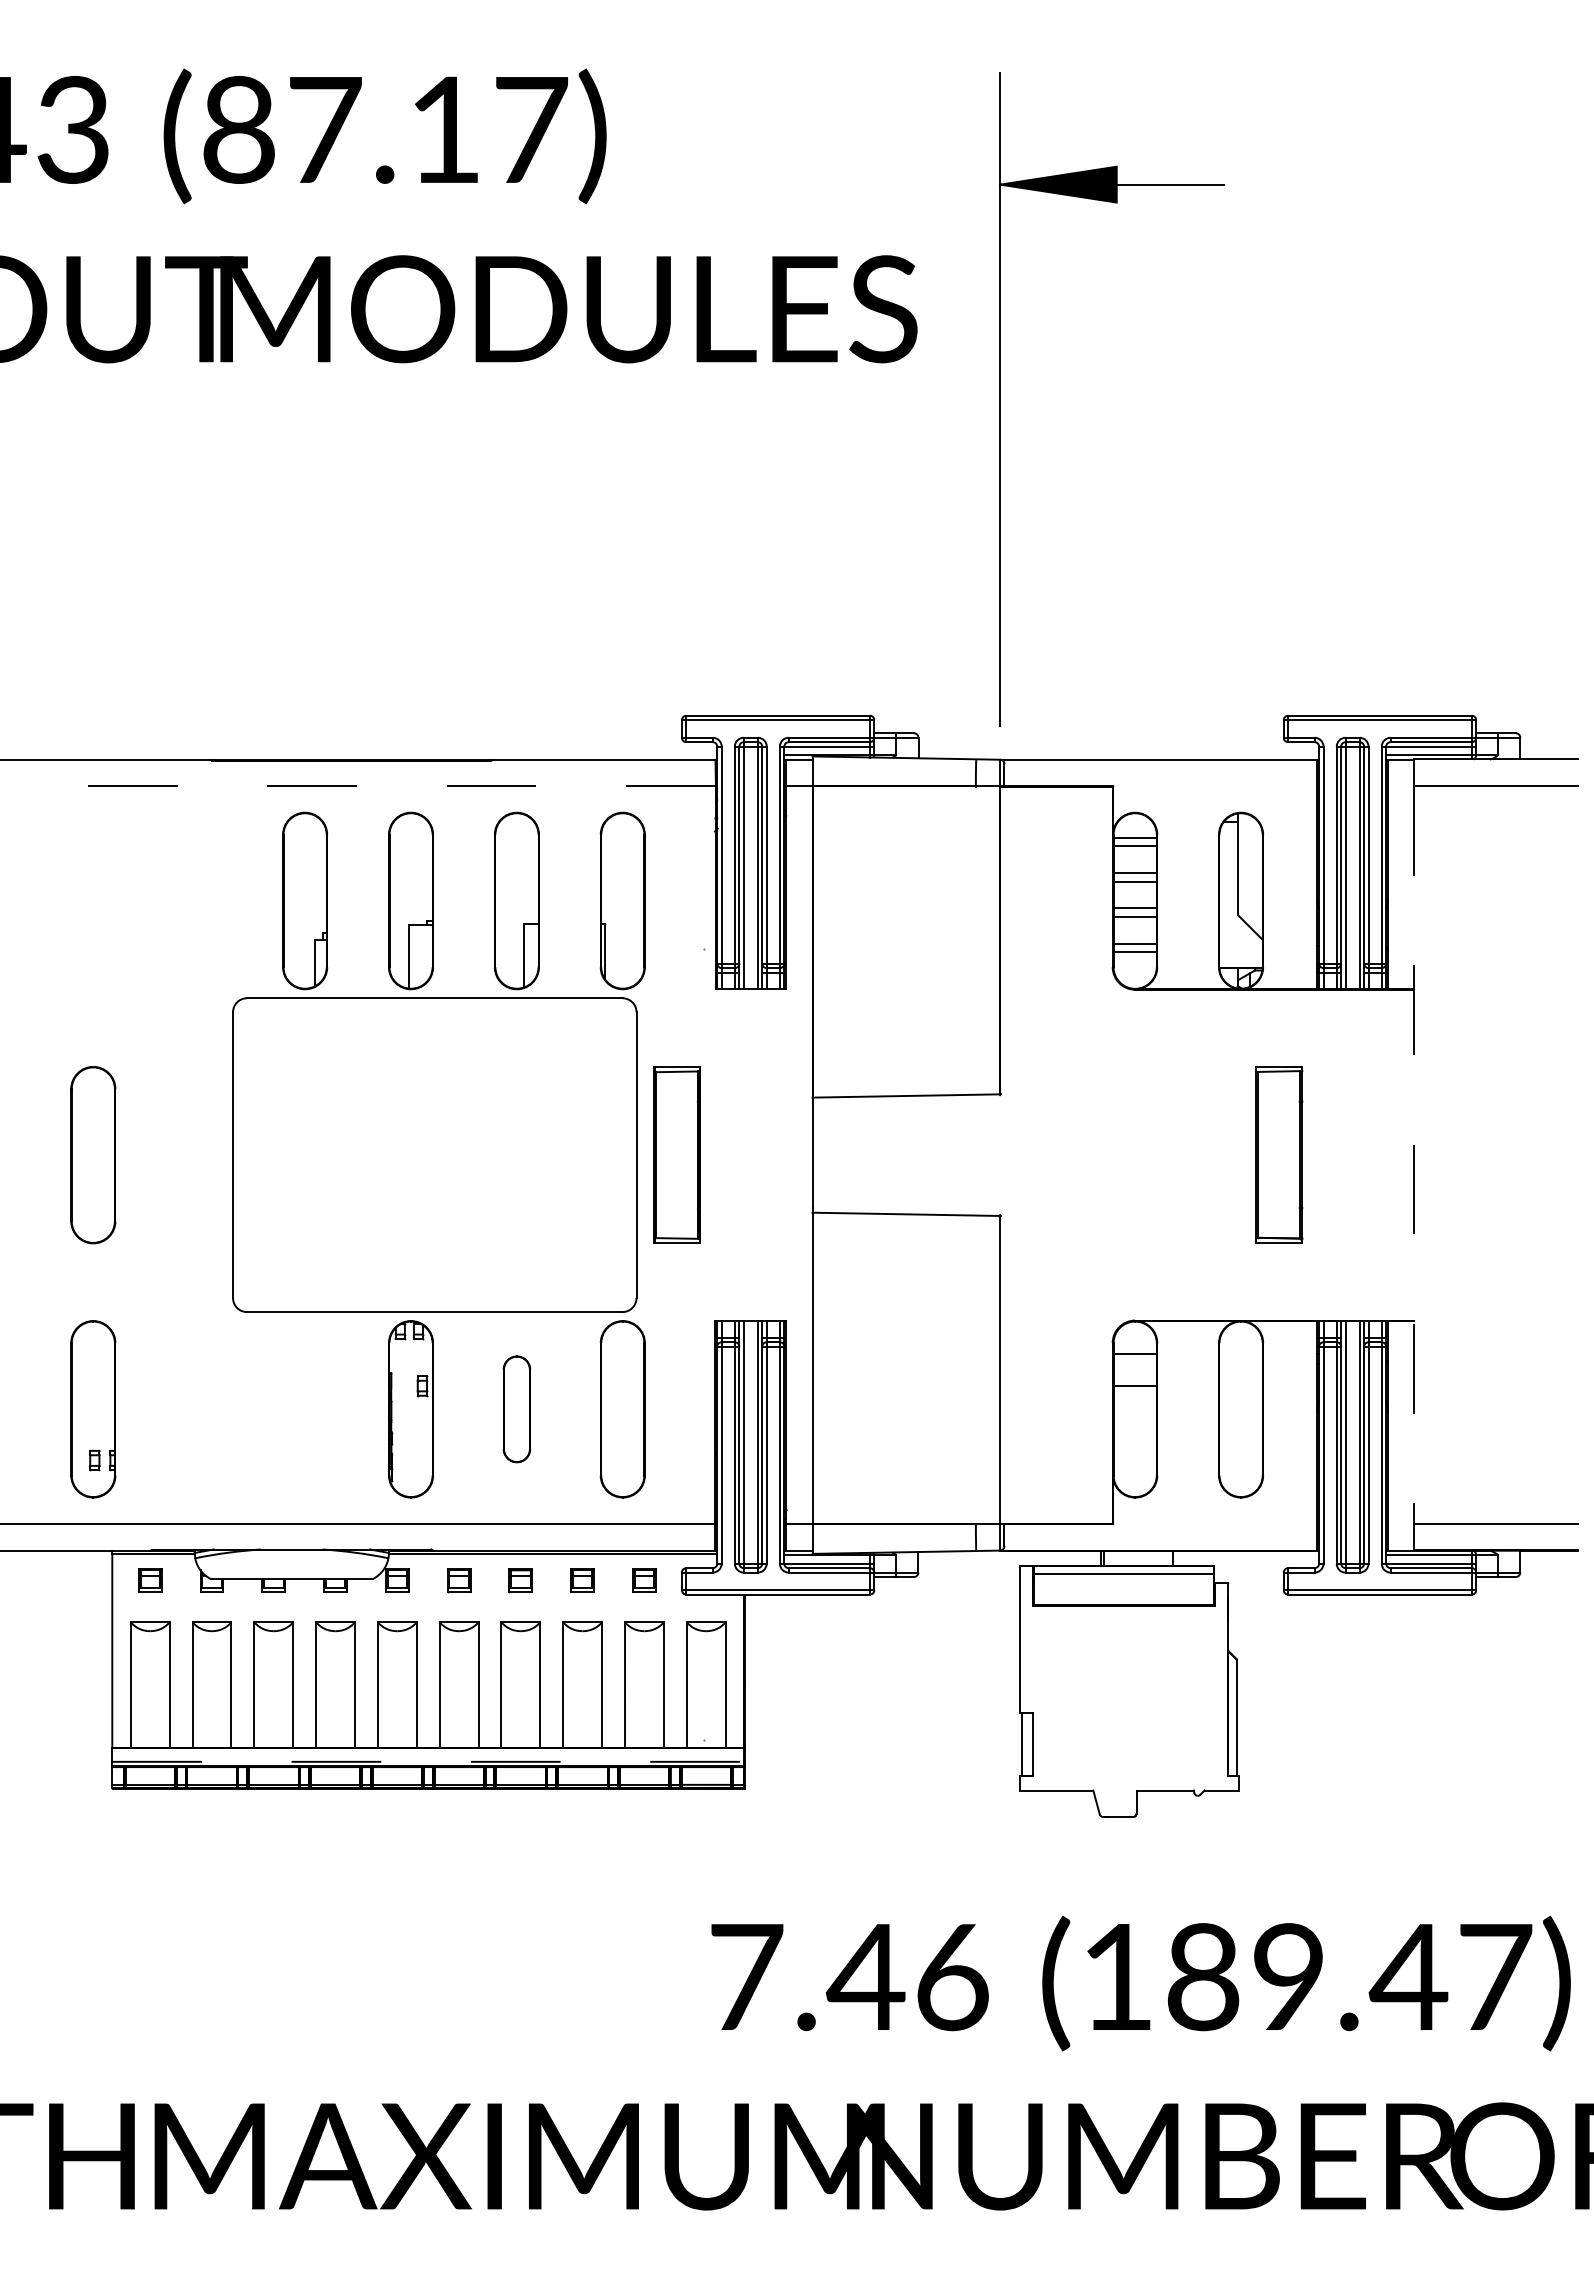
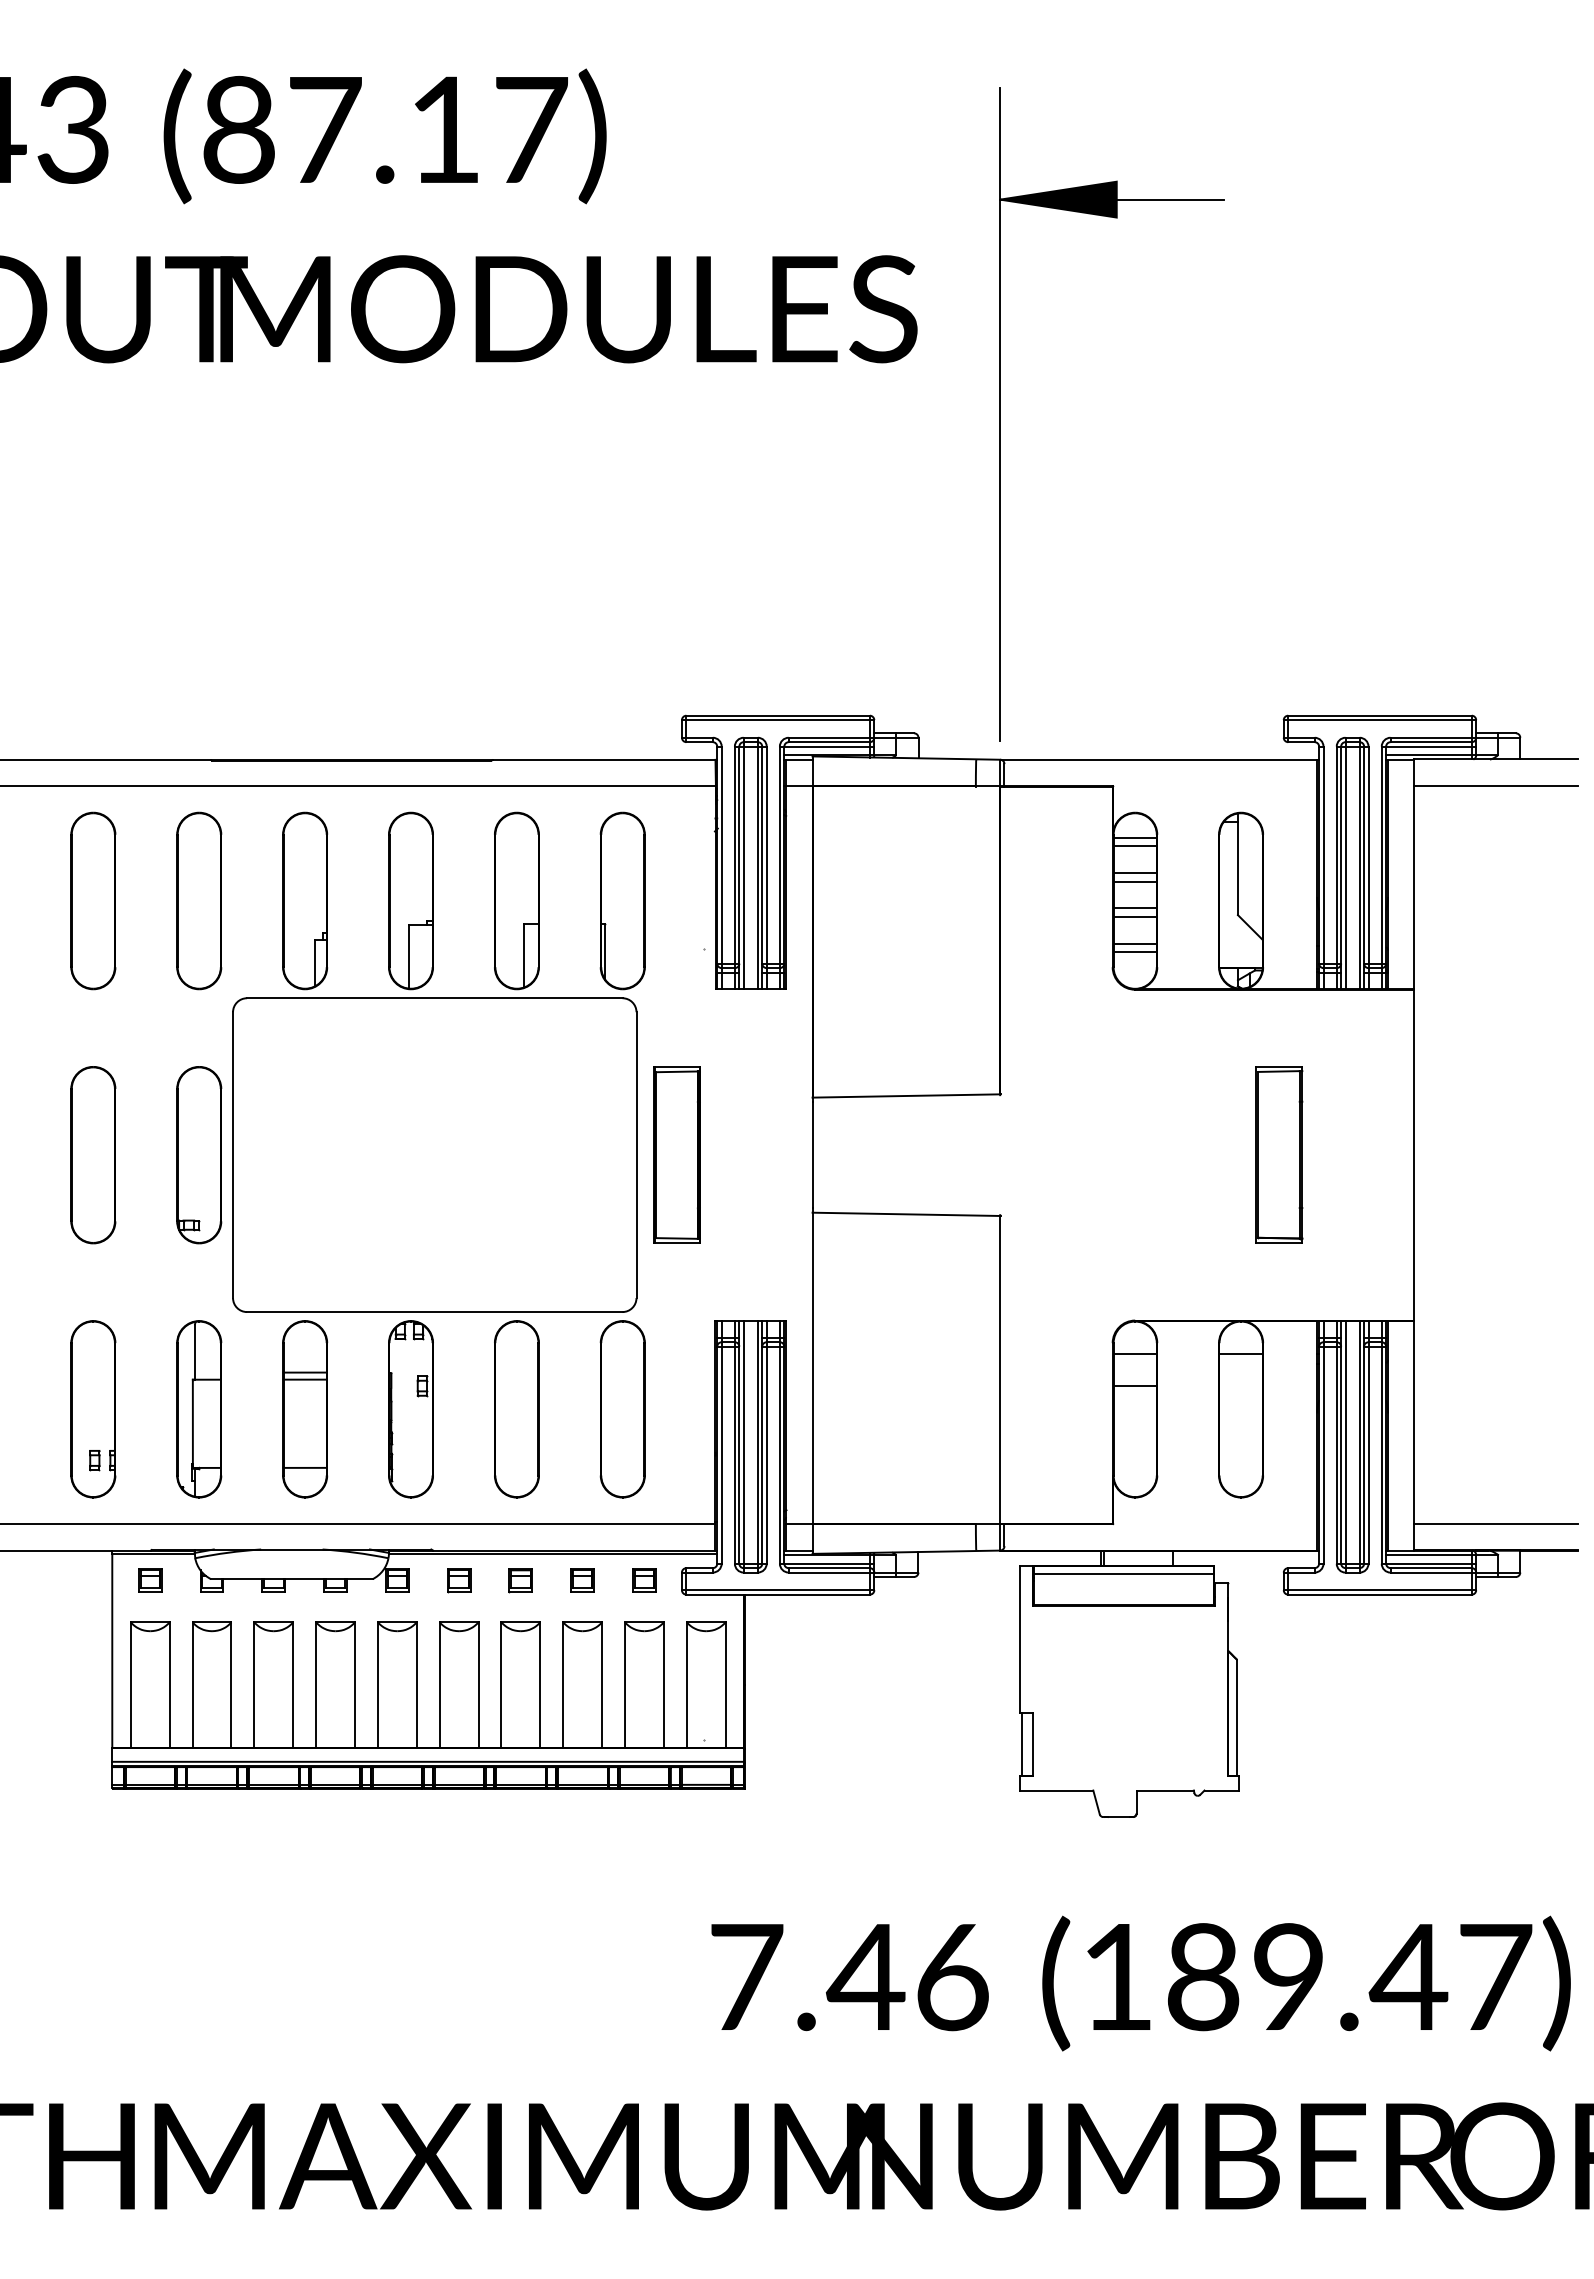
part at (1000, 399) position: (1000, 399) -> (1000, 414)
line at (357, 786): dashed -> solid
part at (93, 900): none -> present
part at (199, 900): none -> present
line at (1414, 1154): dashed -> solid
part at (199, 1155): none -> present
line at (1240, 1354): none -> present
part at (199, 1409): none -> present
part at (305, 1409): none -> present
part at (516, 1409) size: 30x109 px -> 46x179 px
line at (428, 1761): dashed -> solid
